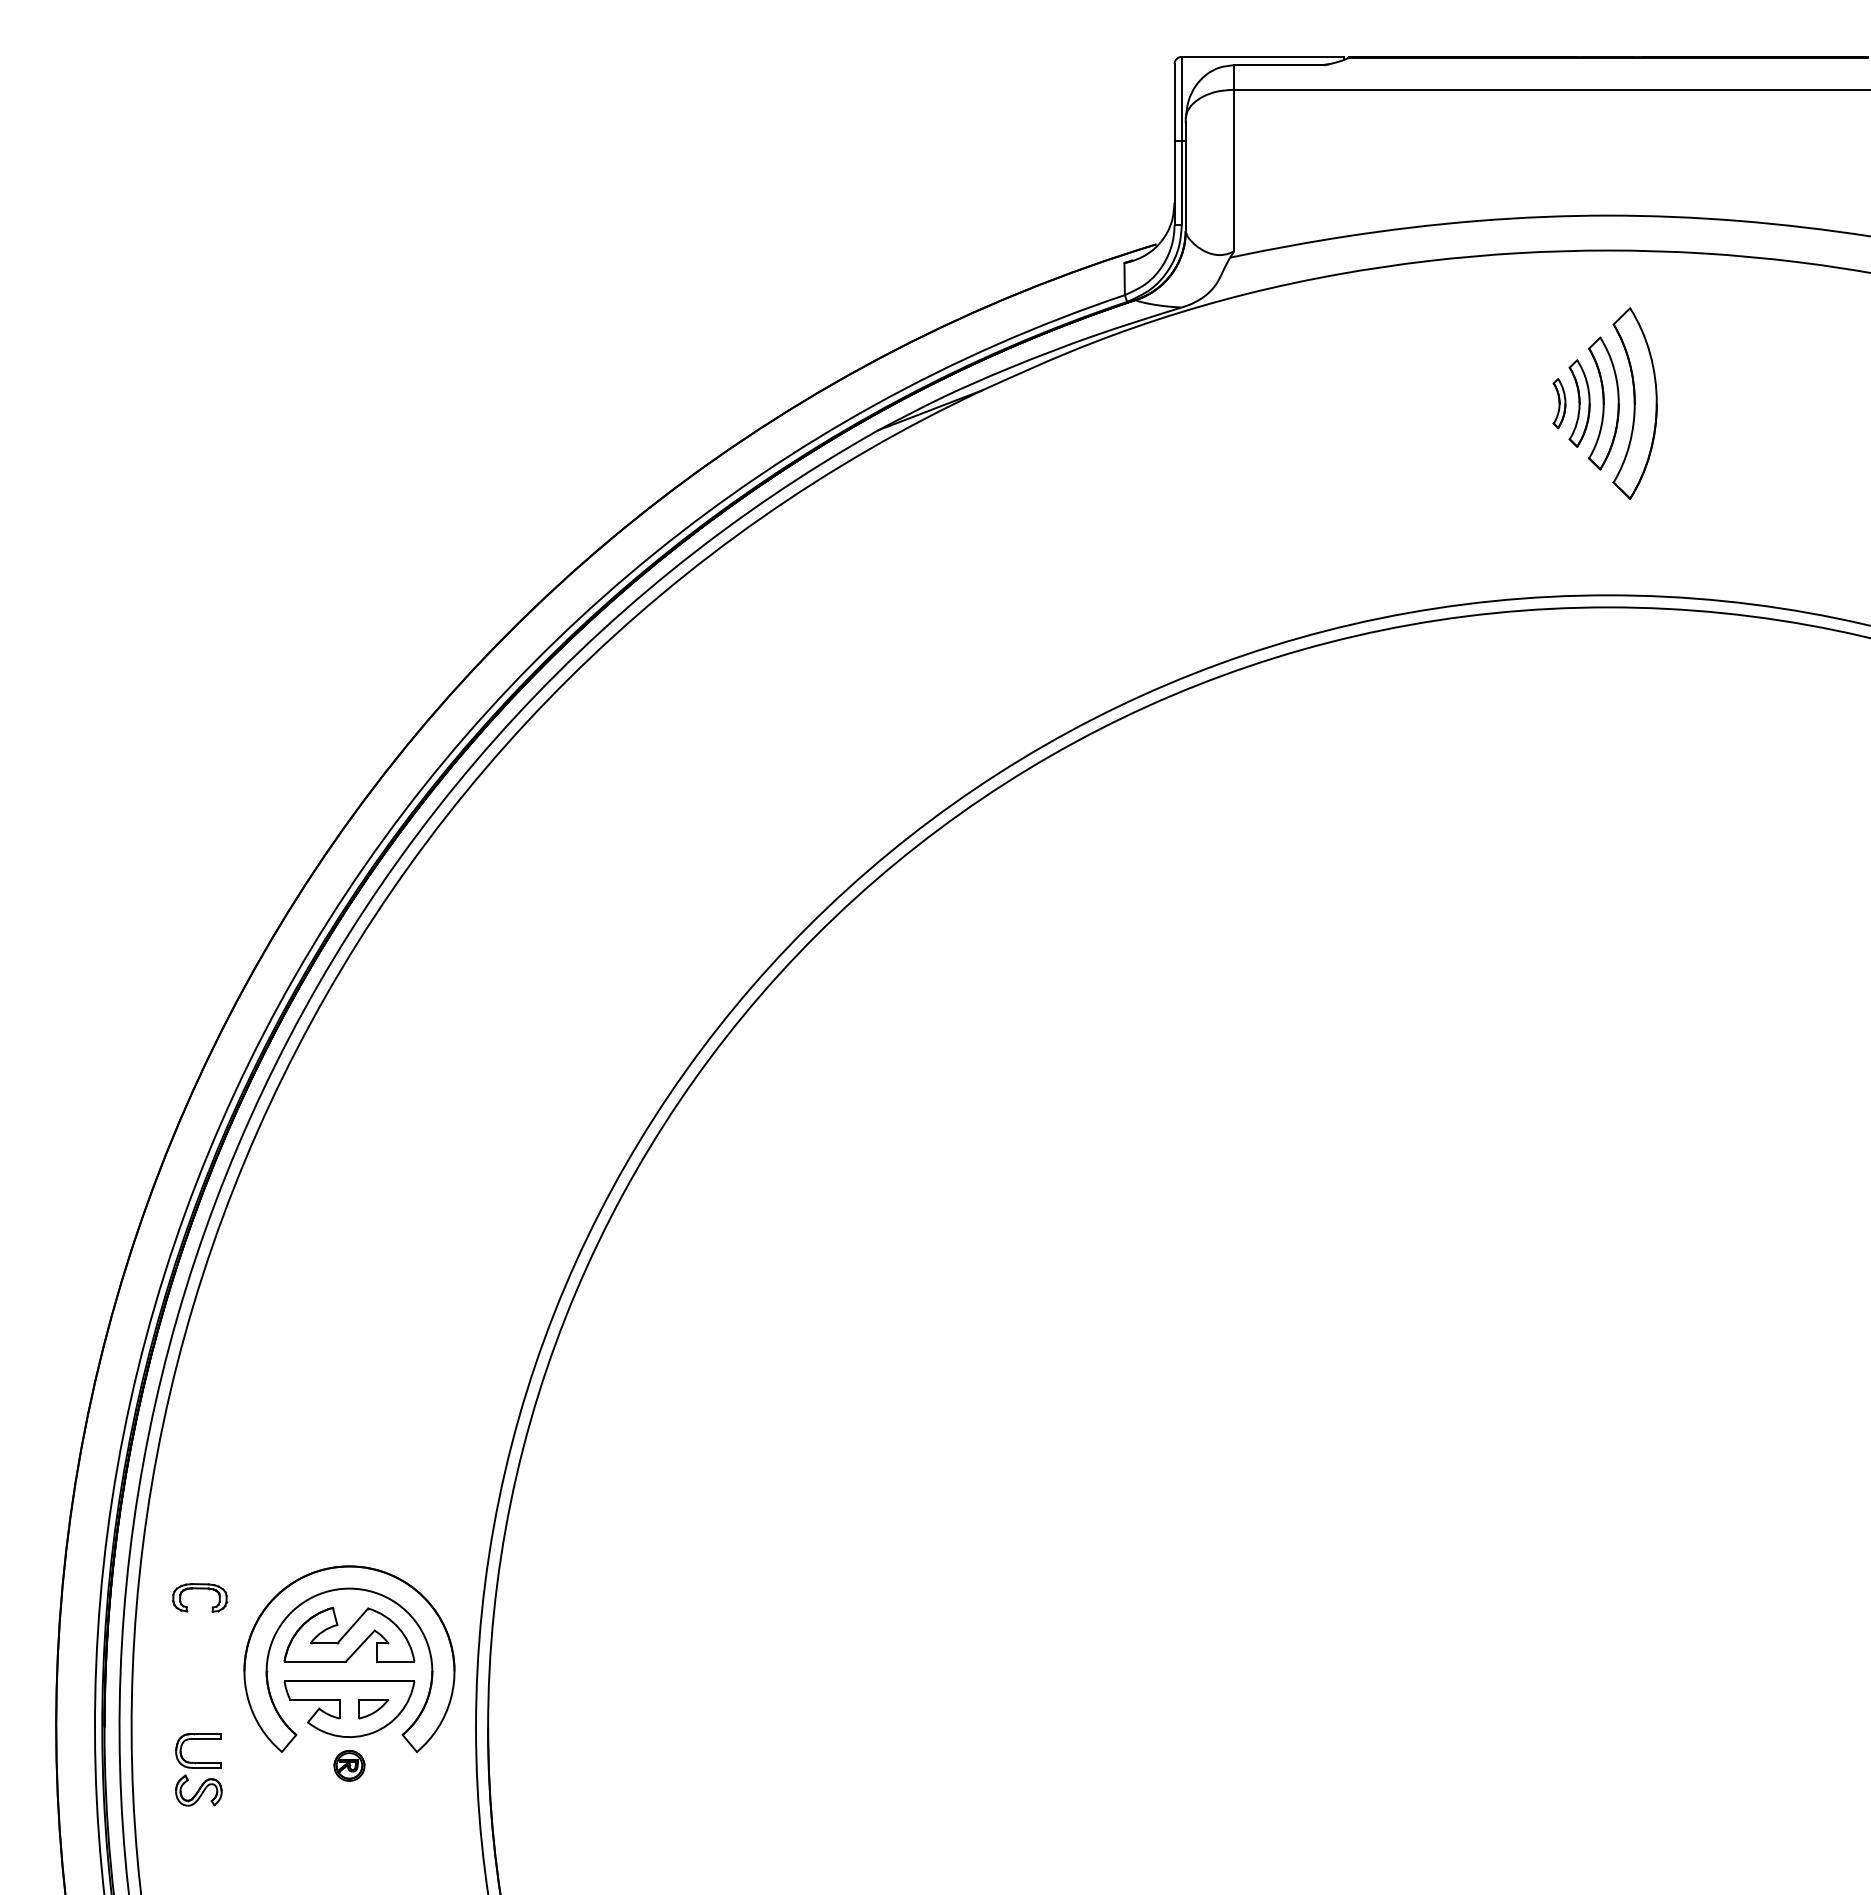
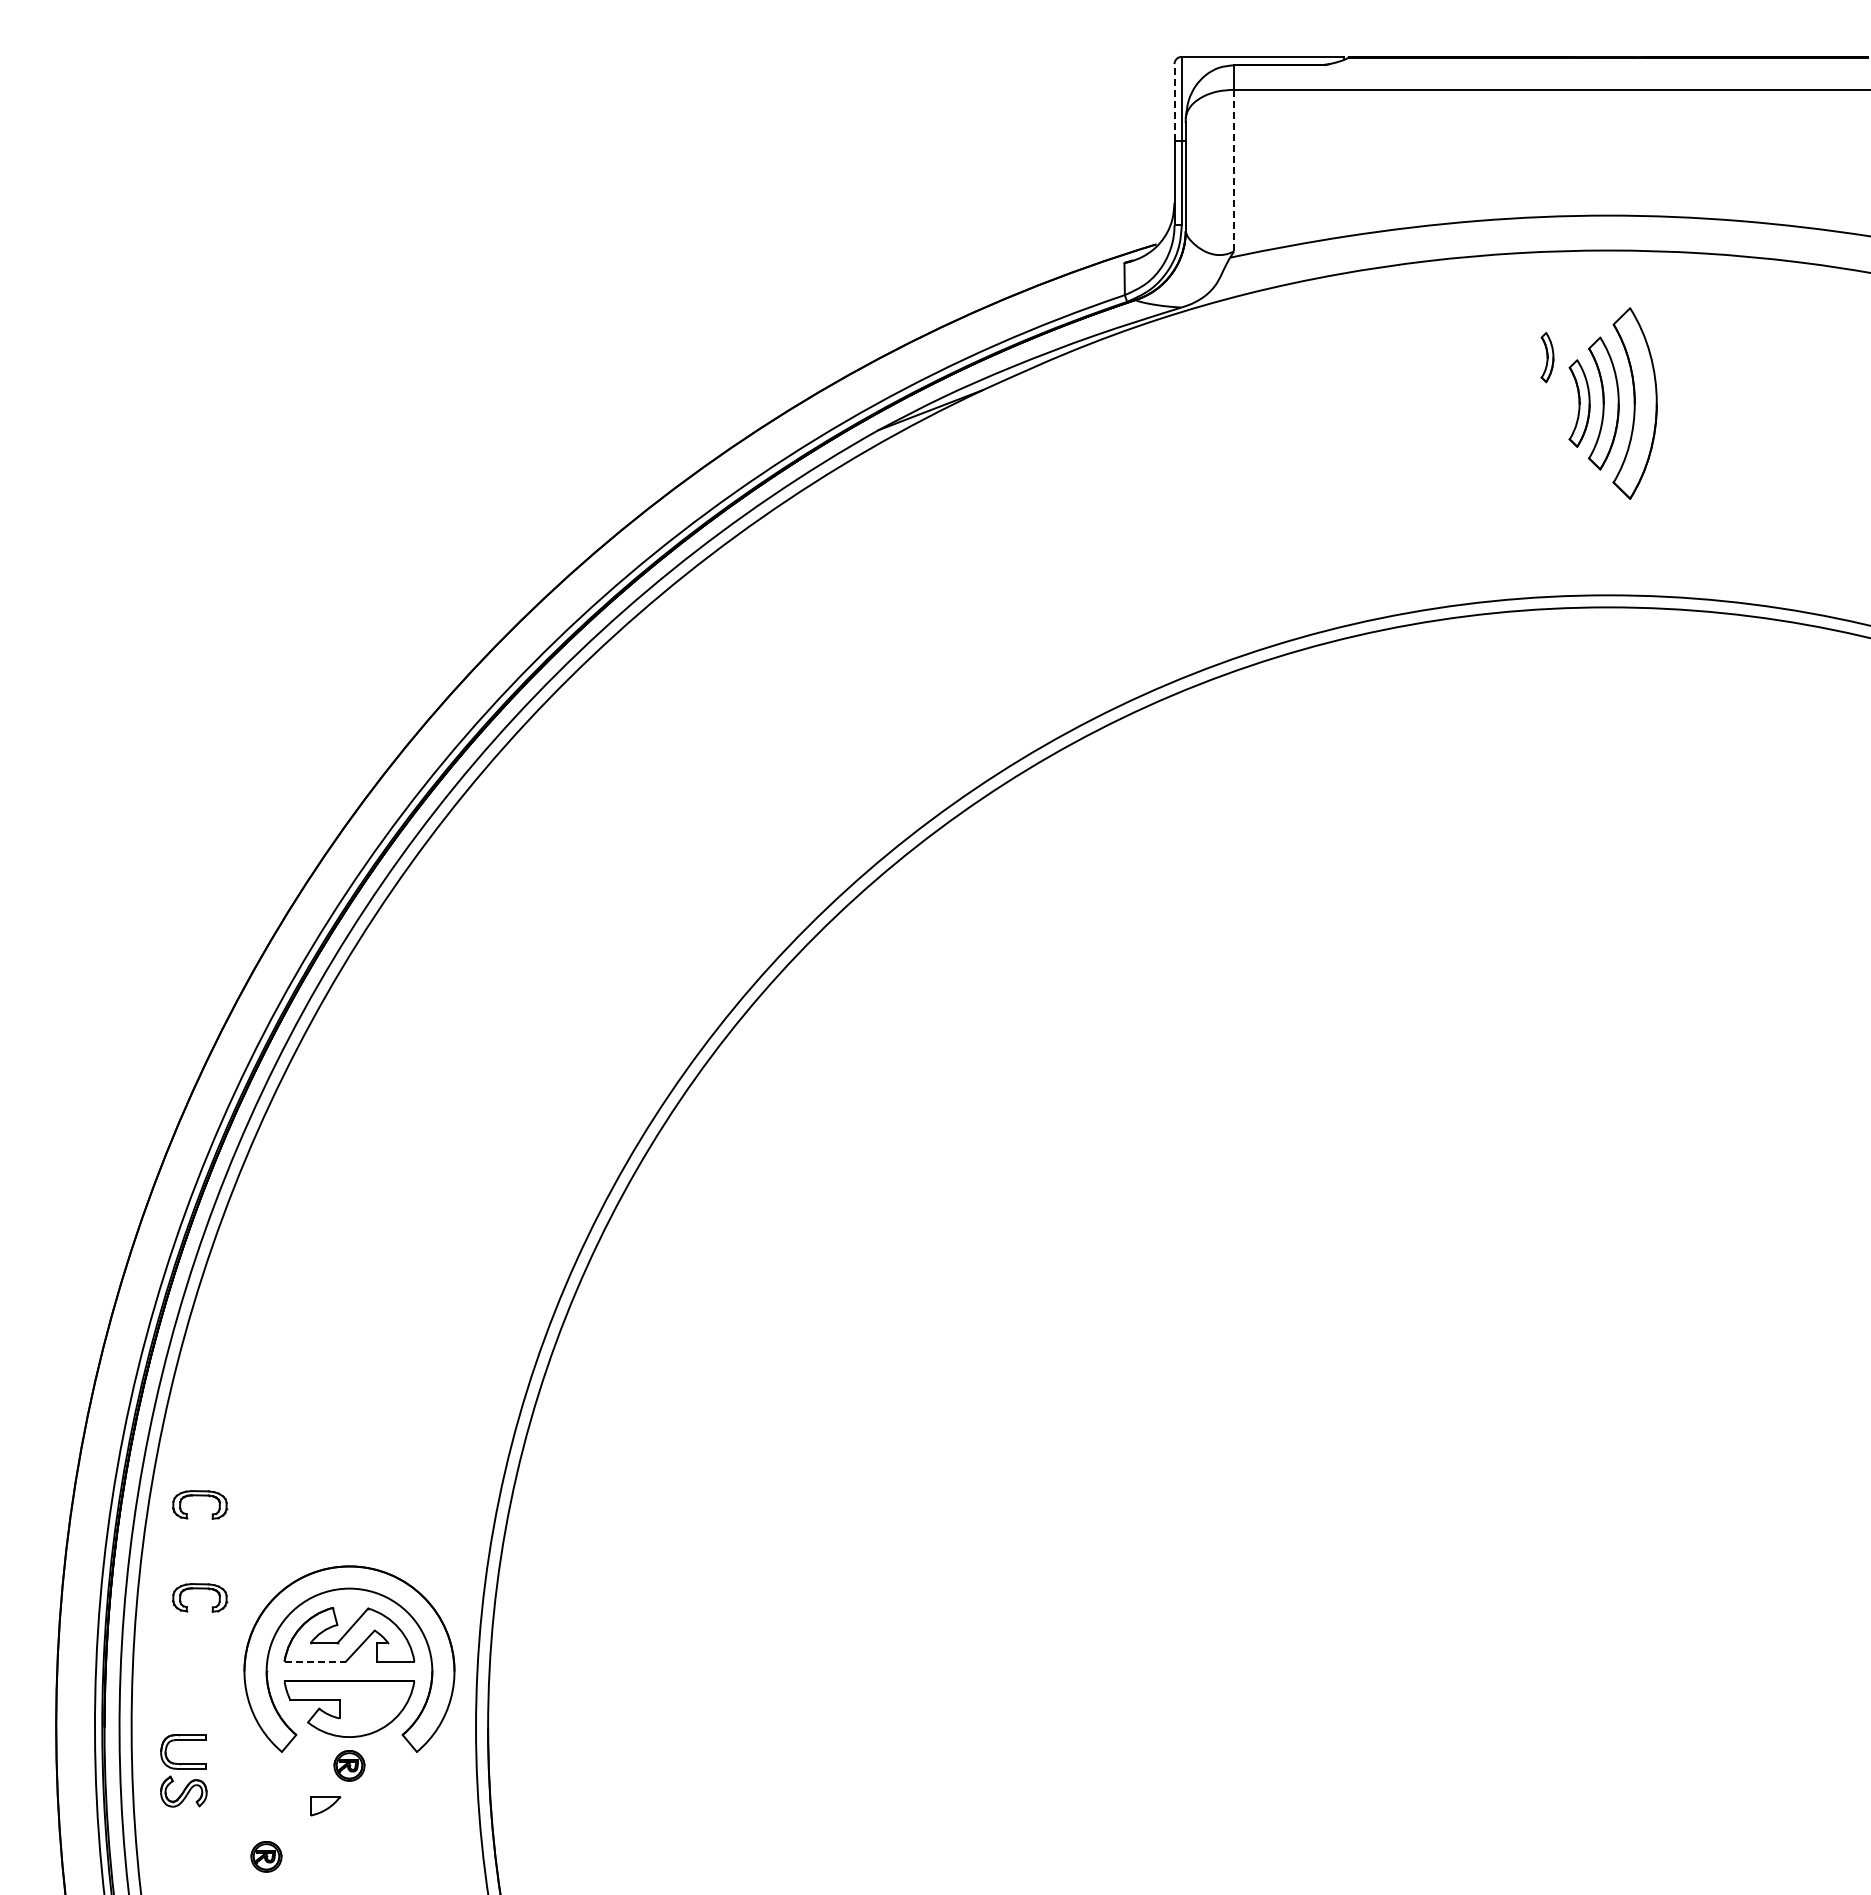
line at (1174, 102): solid -> dashed
line at (1234, 170): solid -> dashed
part at (1559, 403) position: (1559, 403) -> (1547, 357)
part at (200, 1496): none -> present
line at (315, 1661): solid -> dashed
part at (373, 1709) position: (373, 1709) -> (325, 1806)
part at (198, 1769) position: (198, 1769) -> (183, 1770)
part at (266, 1856): none -> present
